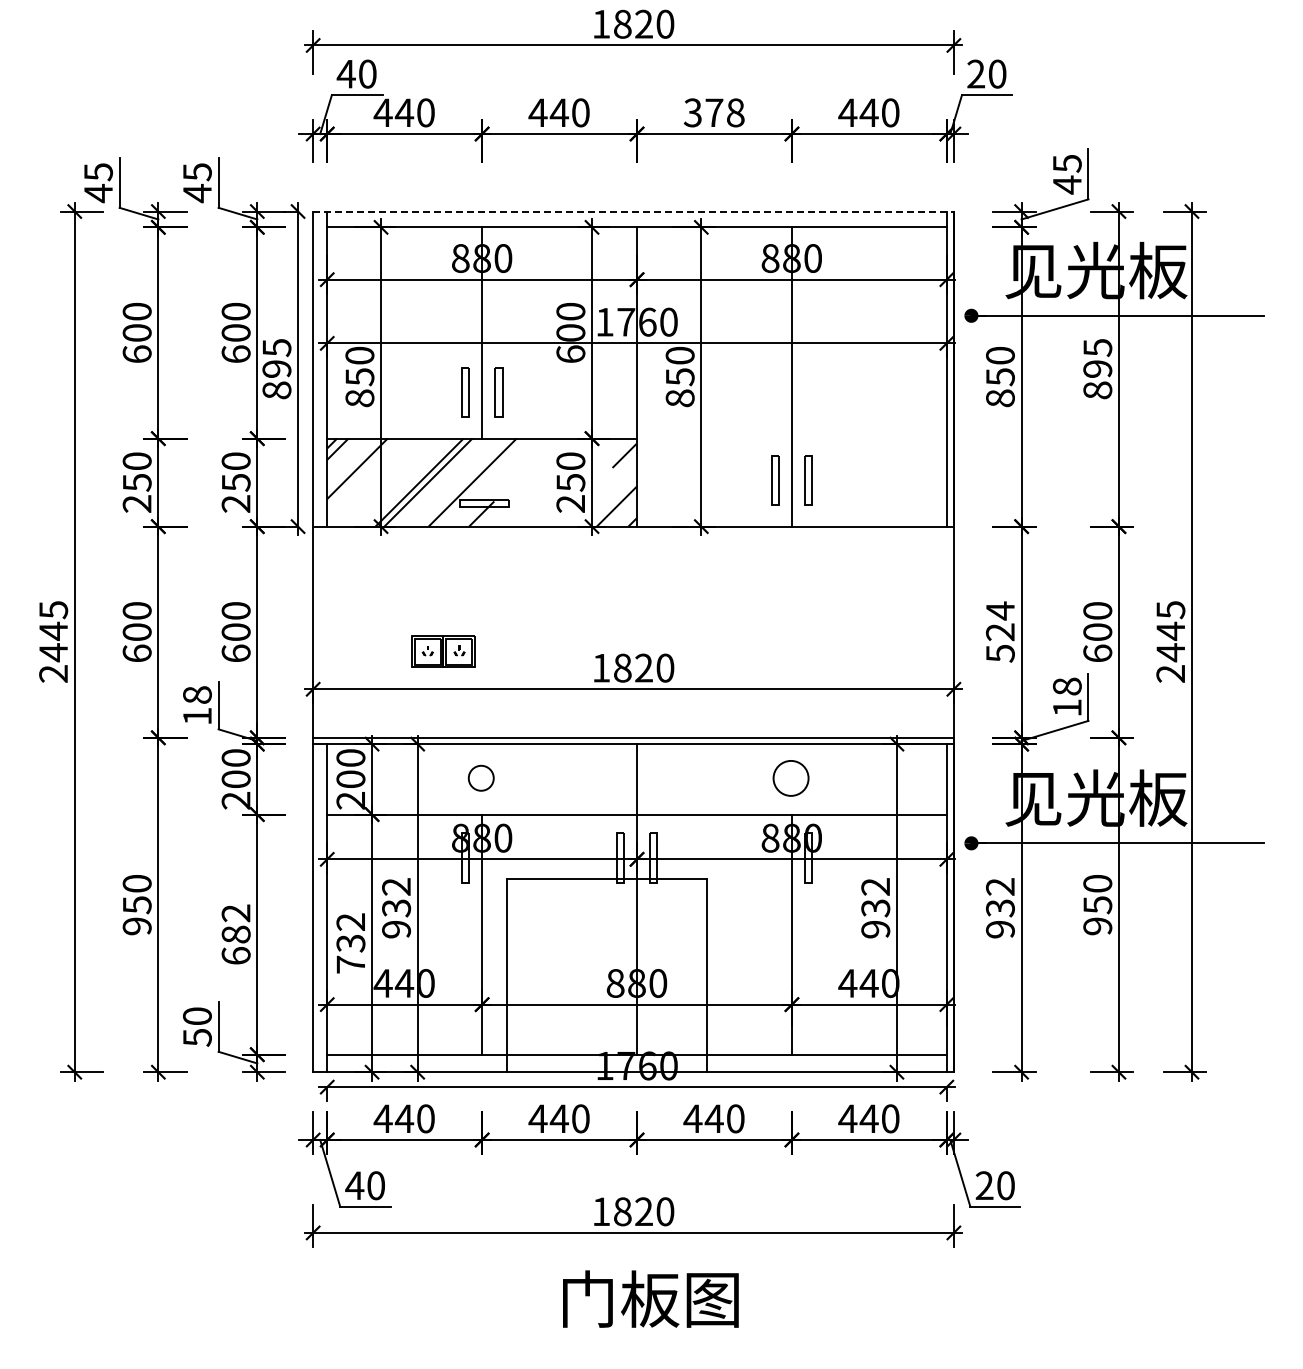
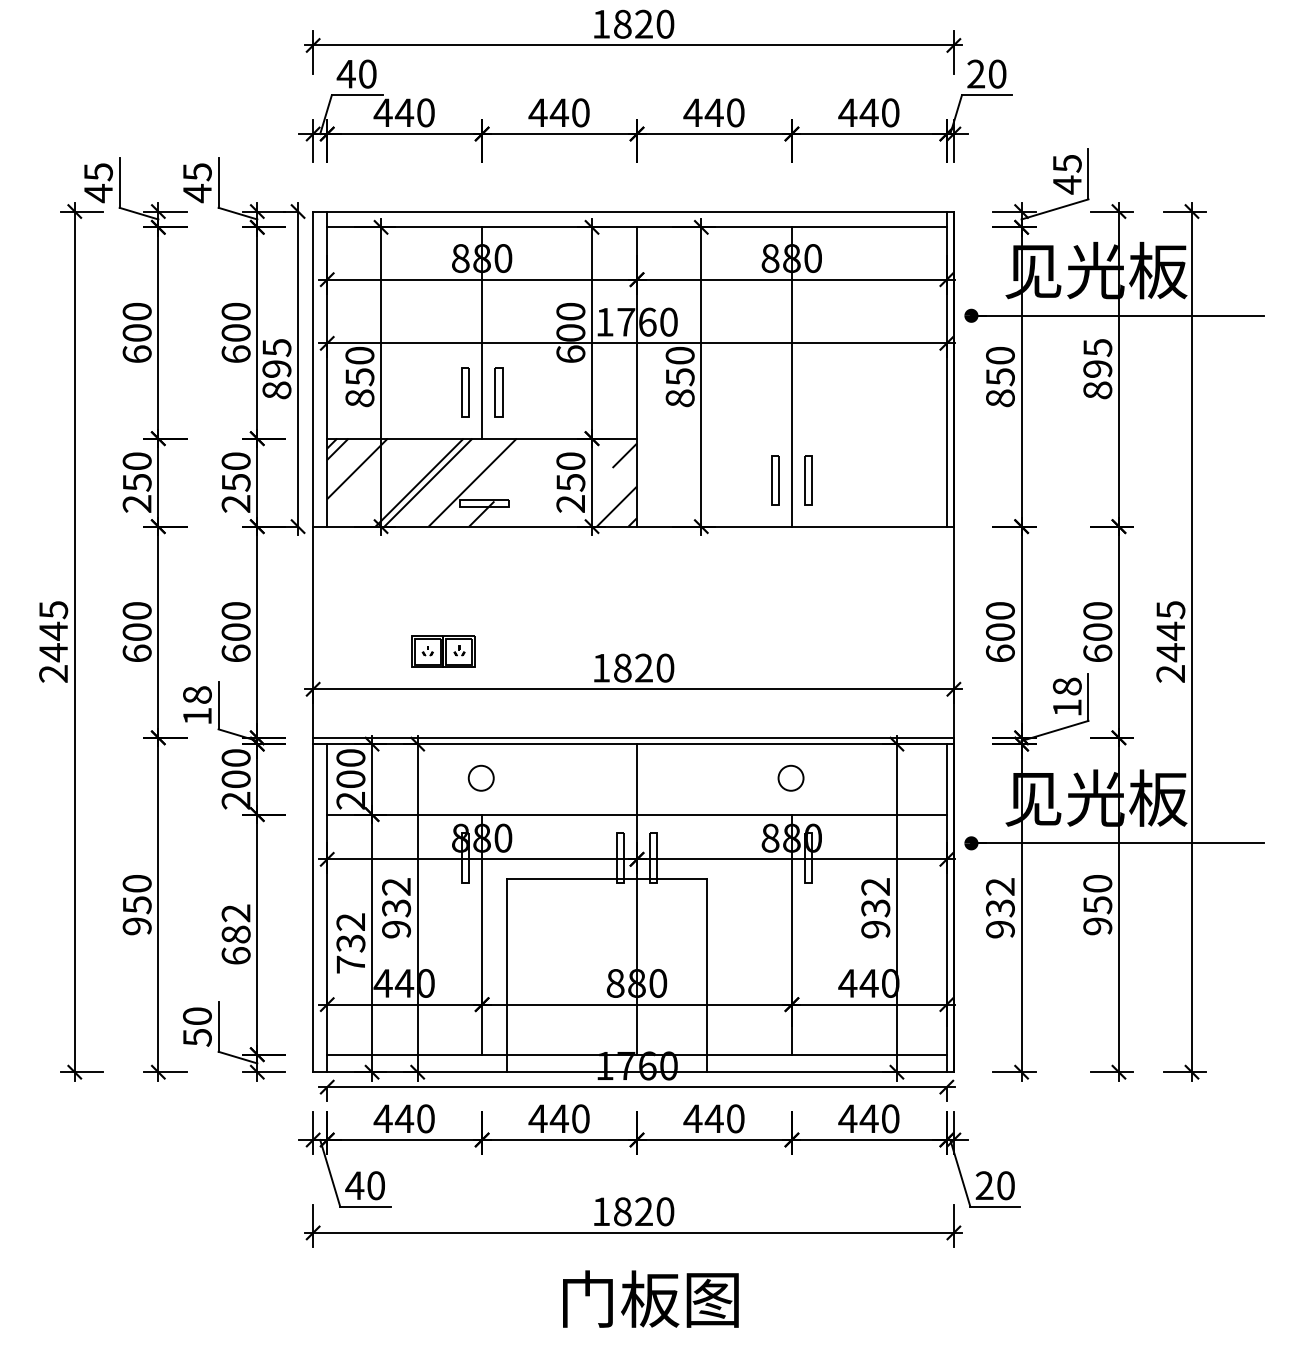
text at (713, 112): 378 -> 440
line at (634, 211): dashed -> solid
text at (1000, 631): 524 -> 600
circle at (790, 778) size: 38x37 px -> 28x28 px
